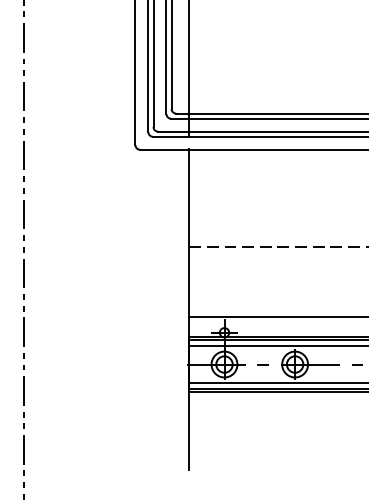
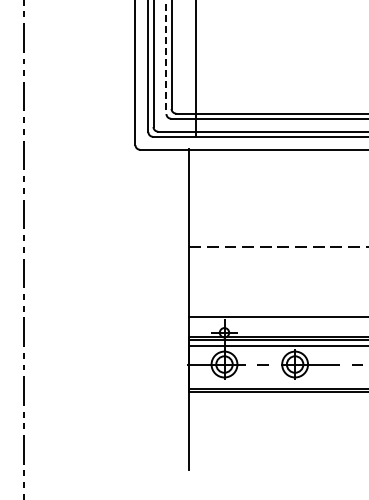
line at (166, 57): solid -> dashed
line at (189, 68) position: (189, 68) -> (196, 68)
line at (277, 382): present -> none
